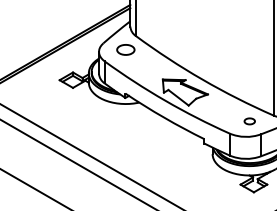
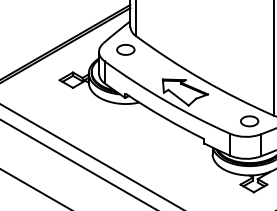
part at (249, 121) size: 13x9 px -> 20x13 px
